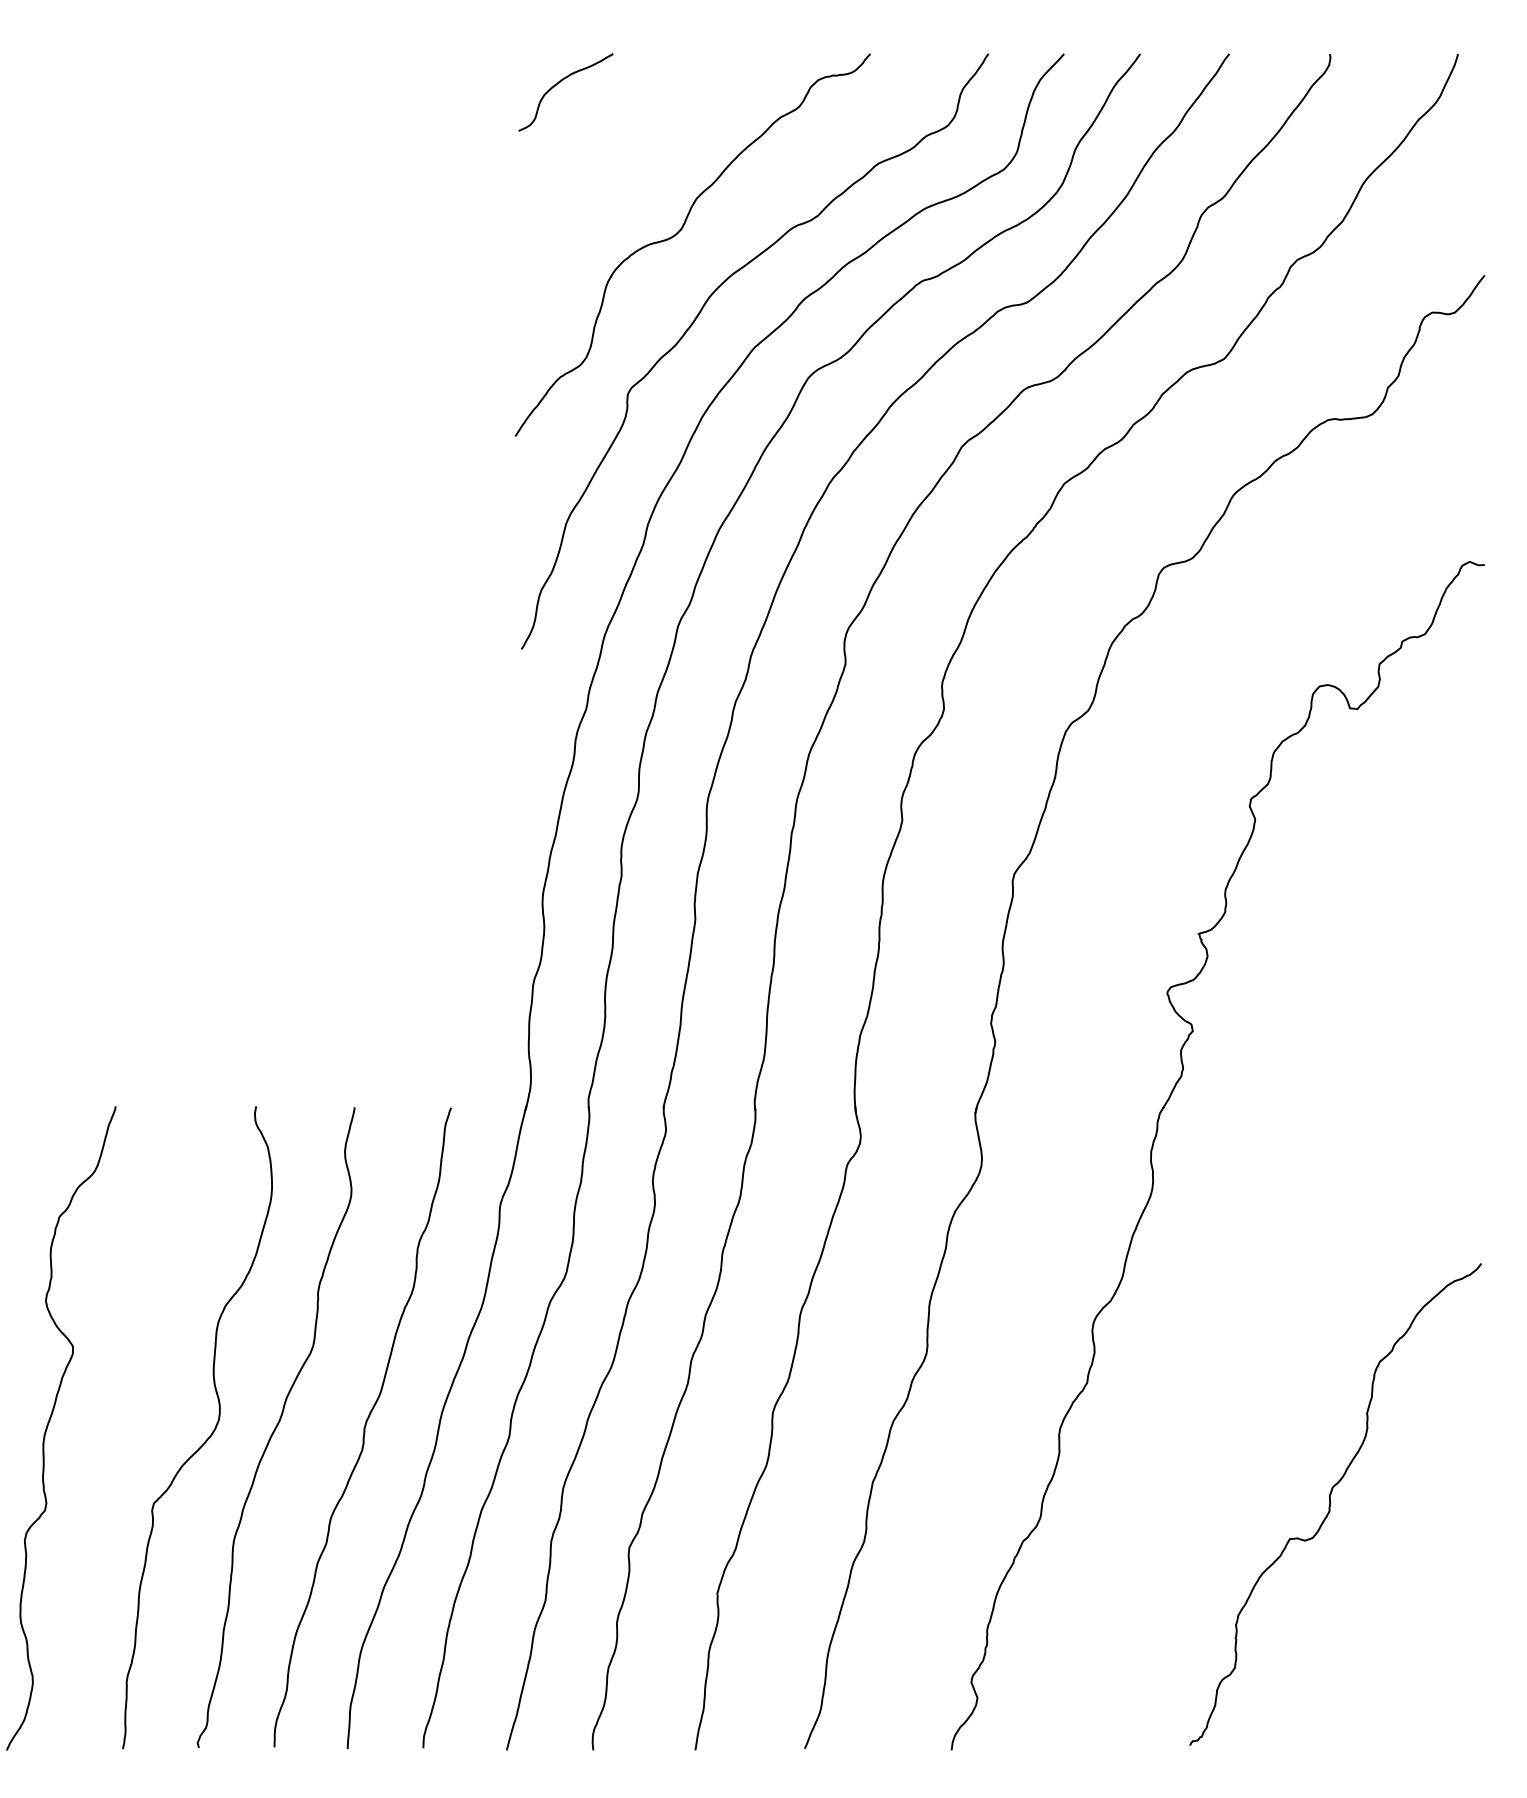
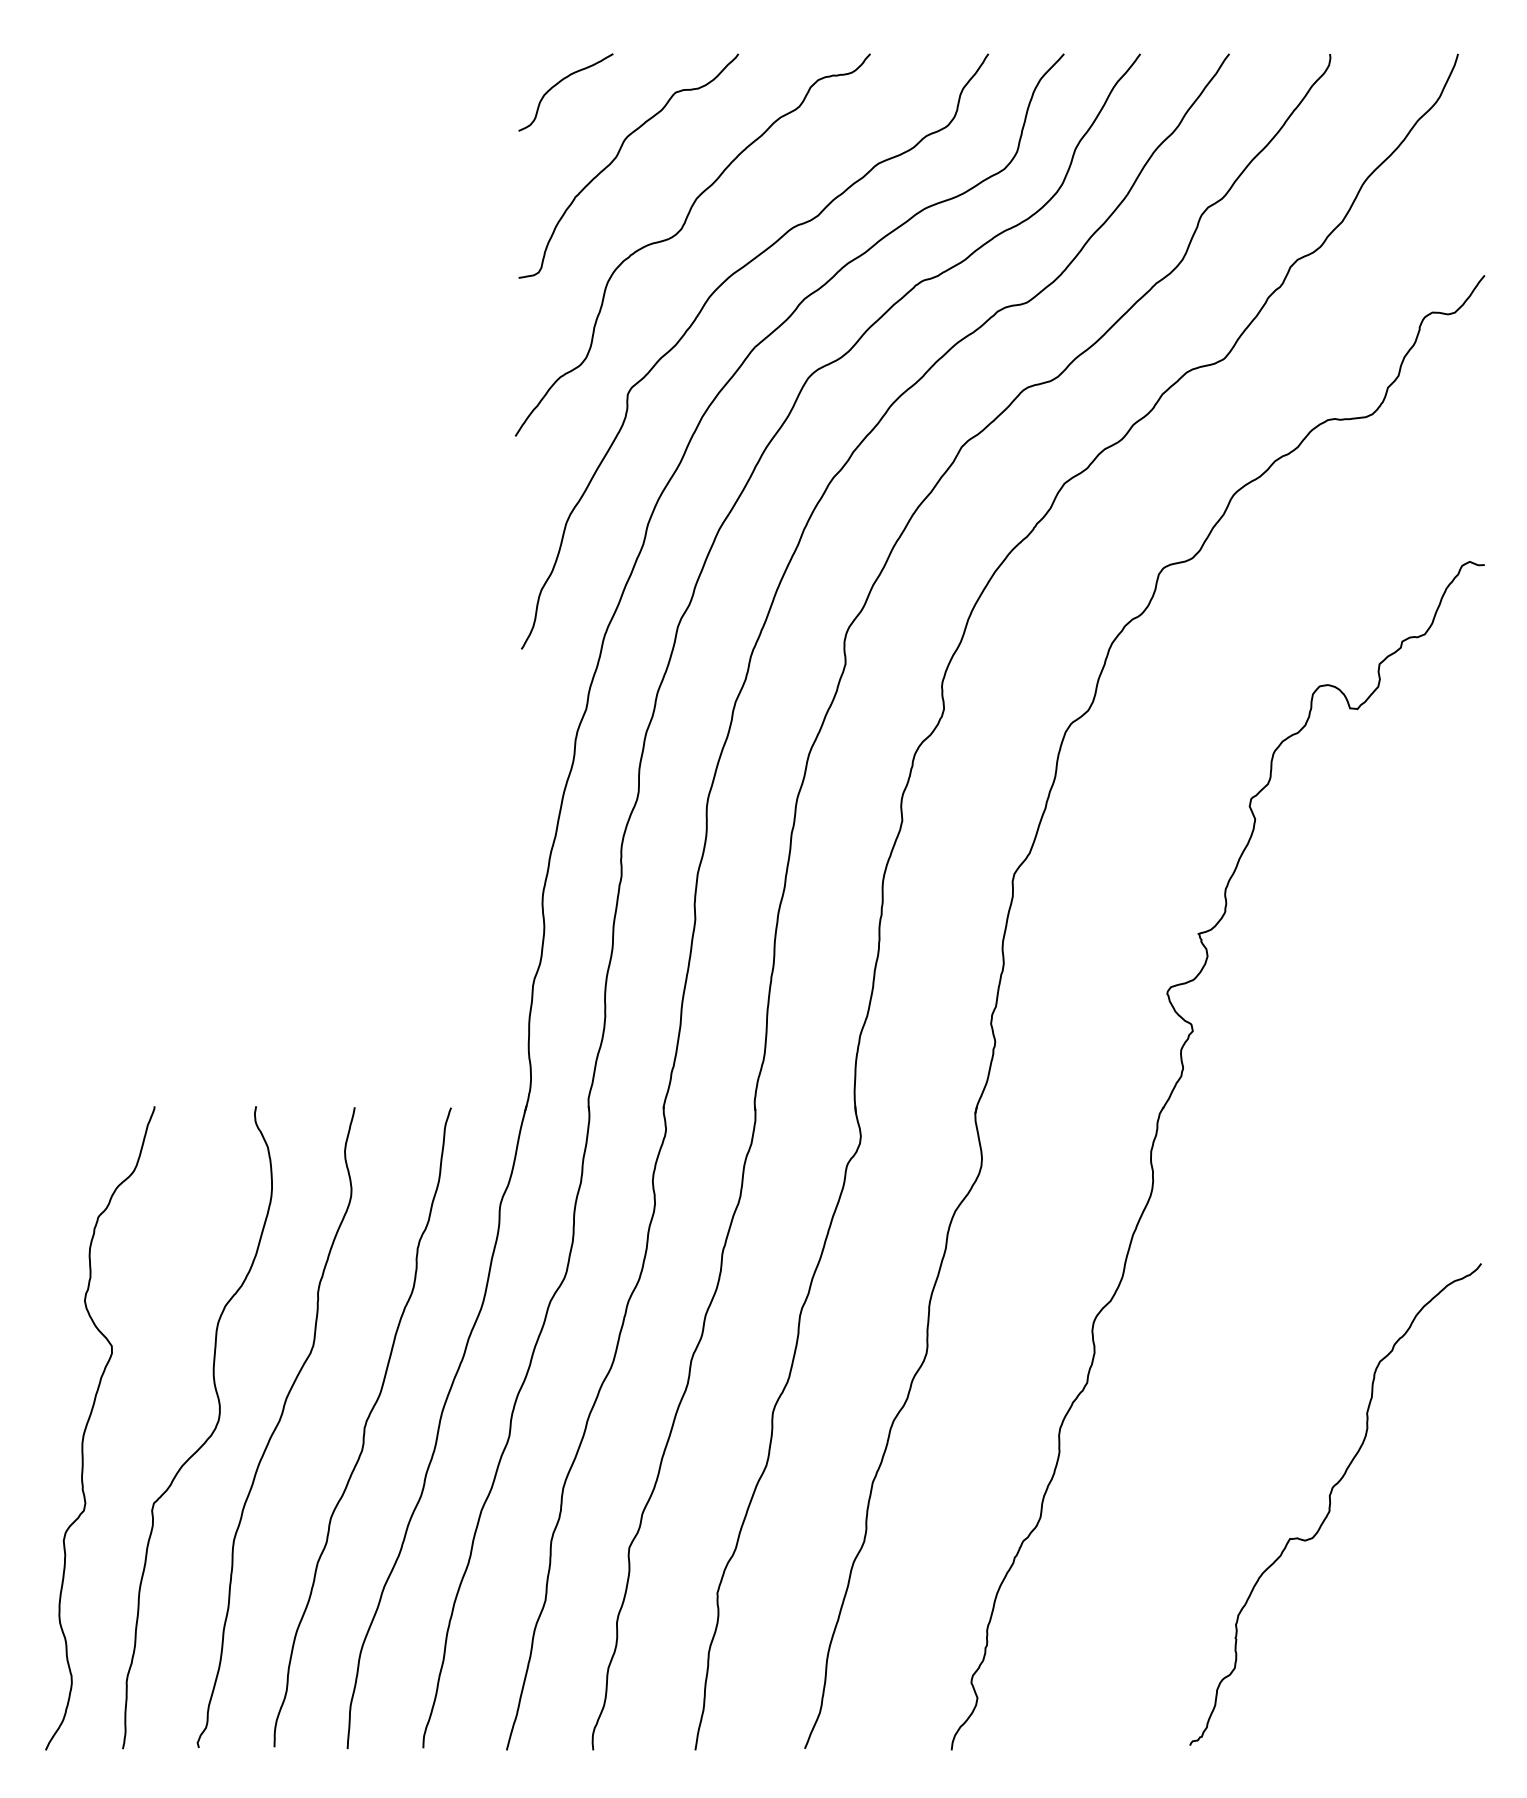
curve at (617, 157): none -> present
curve at (49, 1423) position: (49, 1423) -> (88, 1423)
